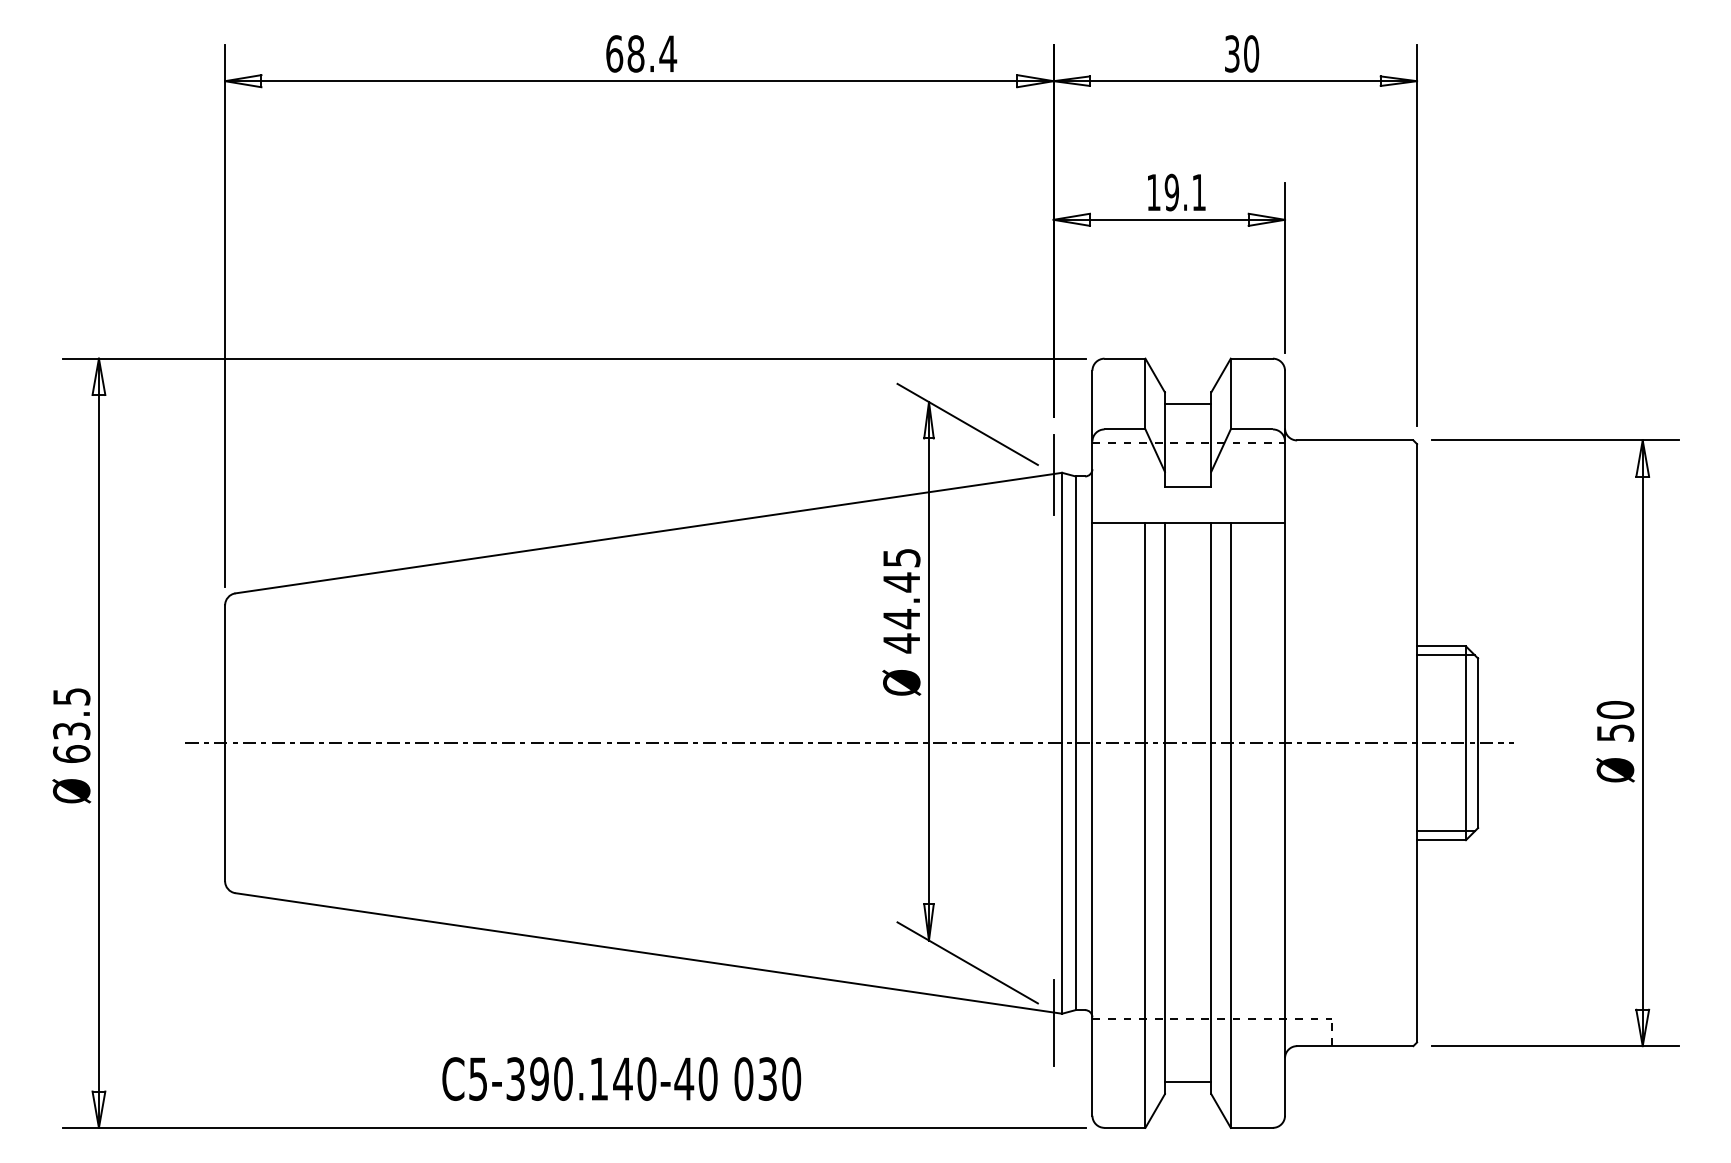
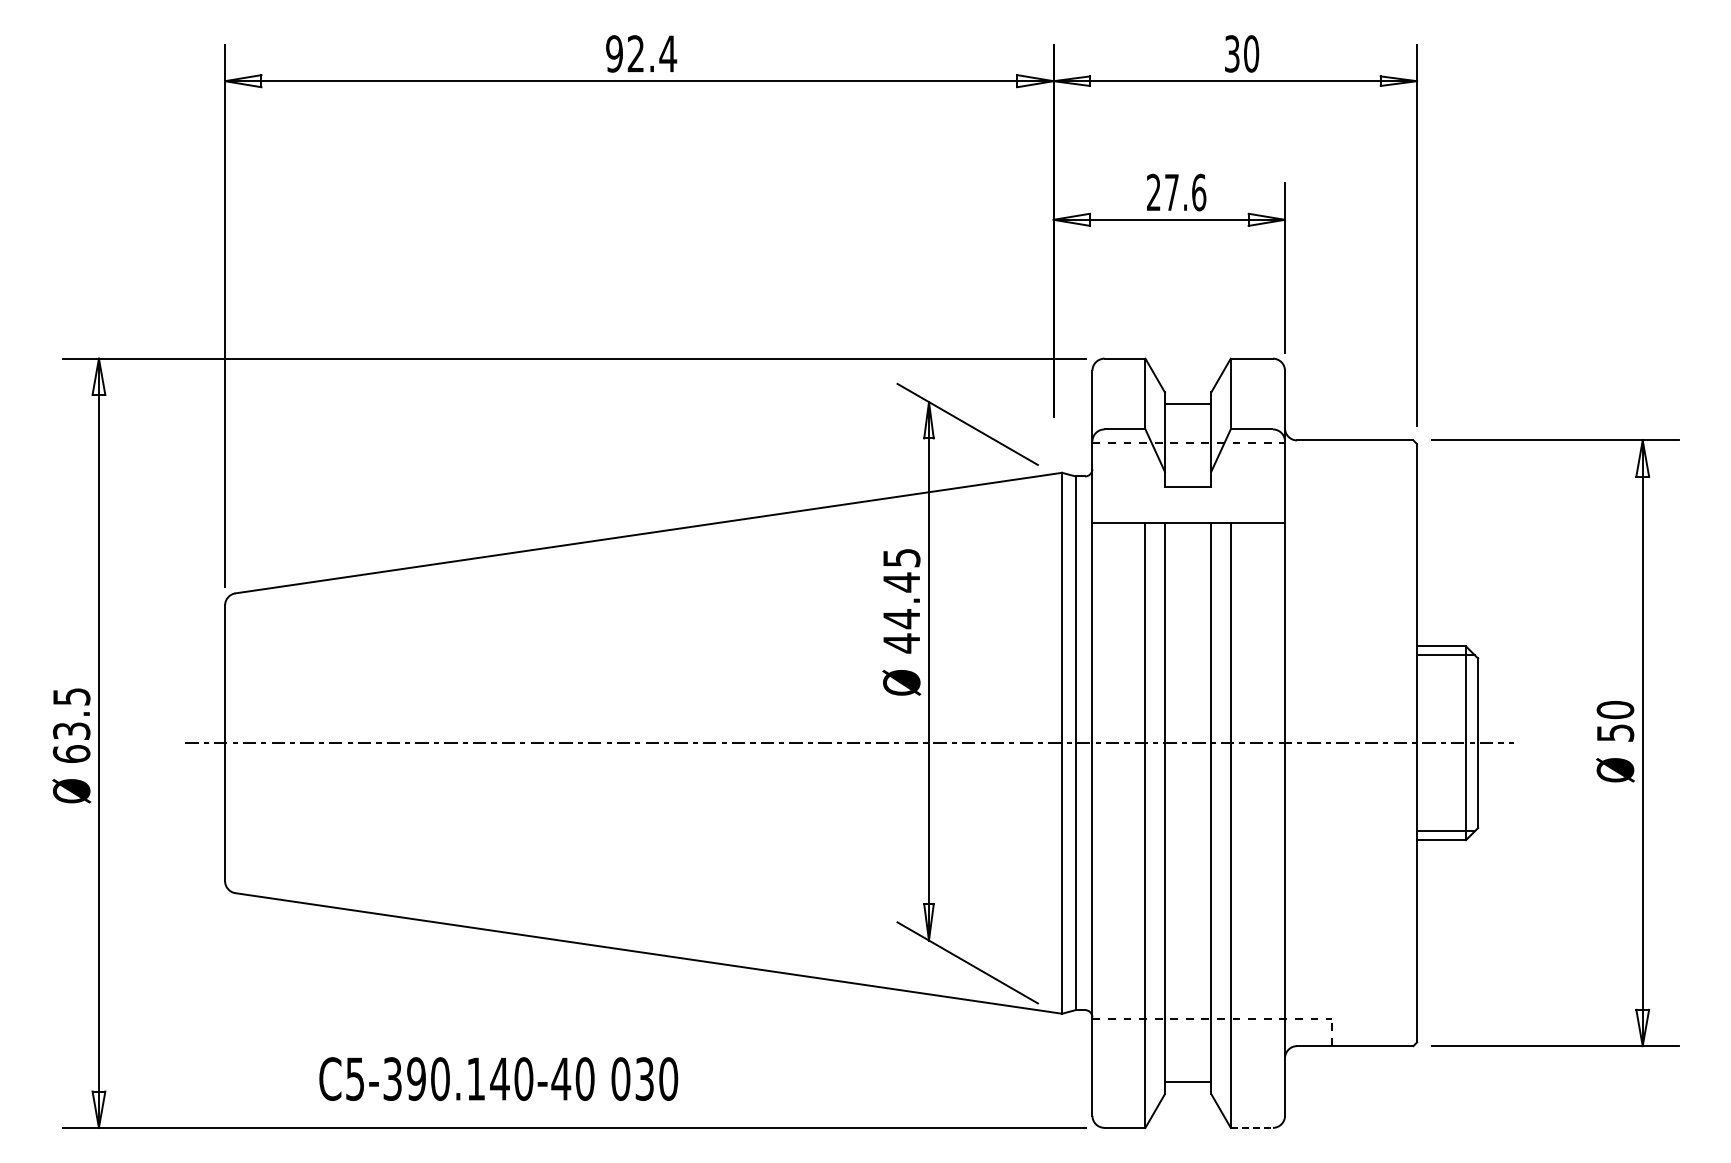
text at (625, 53): 68.4 -> 92.4
text at (1176, 192): 19.1 -> 27.6
line at (1053, 474): present -> none
line at (1053, 1022): present -> none
text at (621, 1078) position: (621, 1078) -> (498, 1078)
line at (1252, 1127): solid -> dashed
